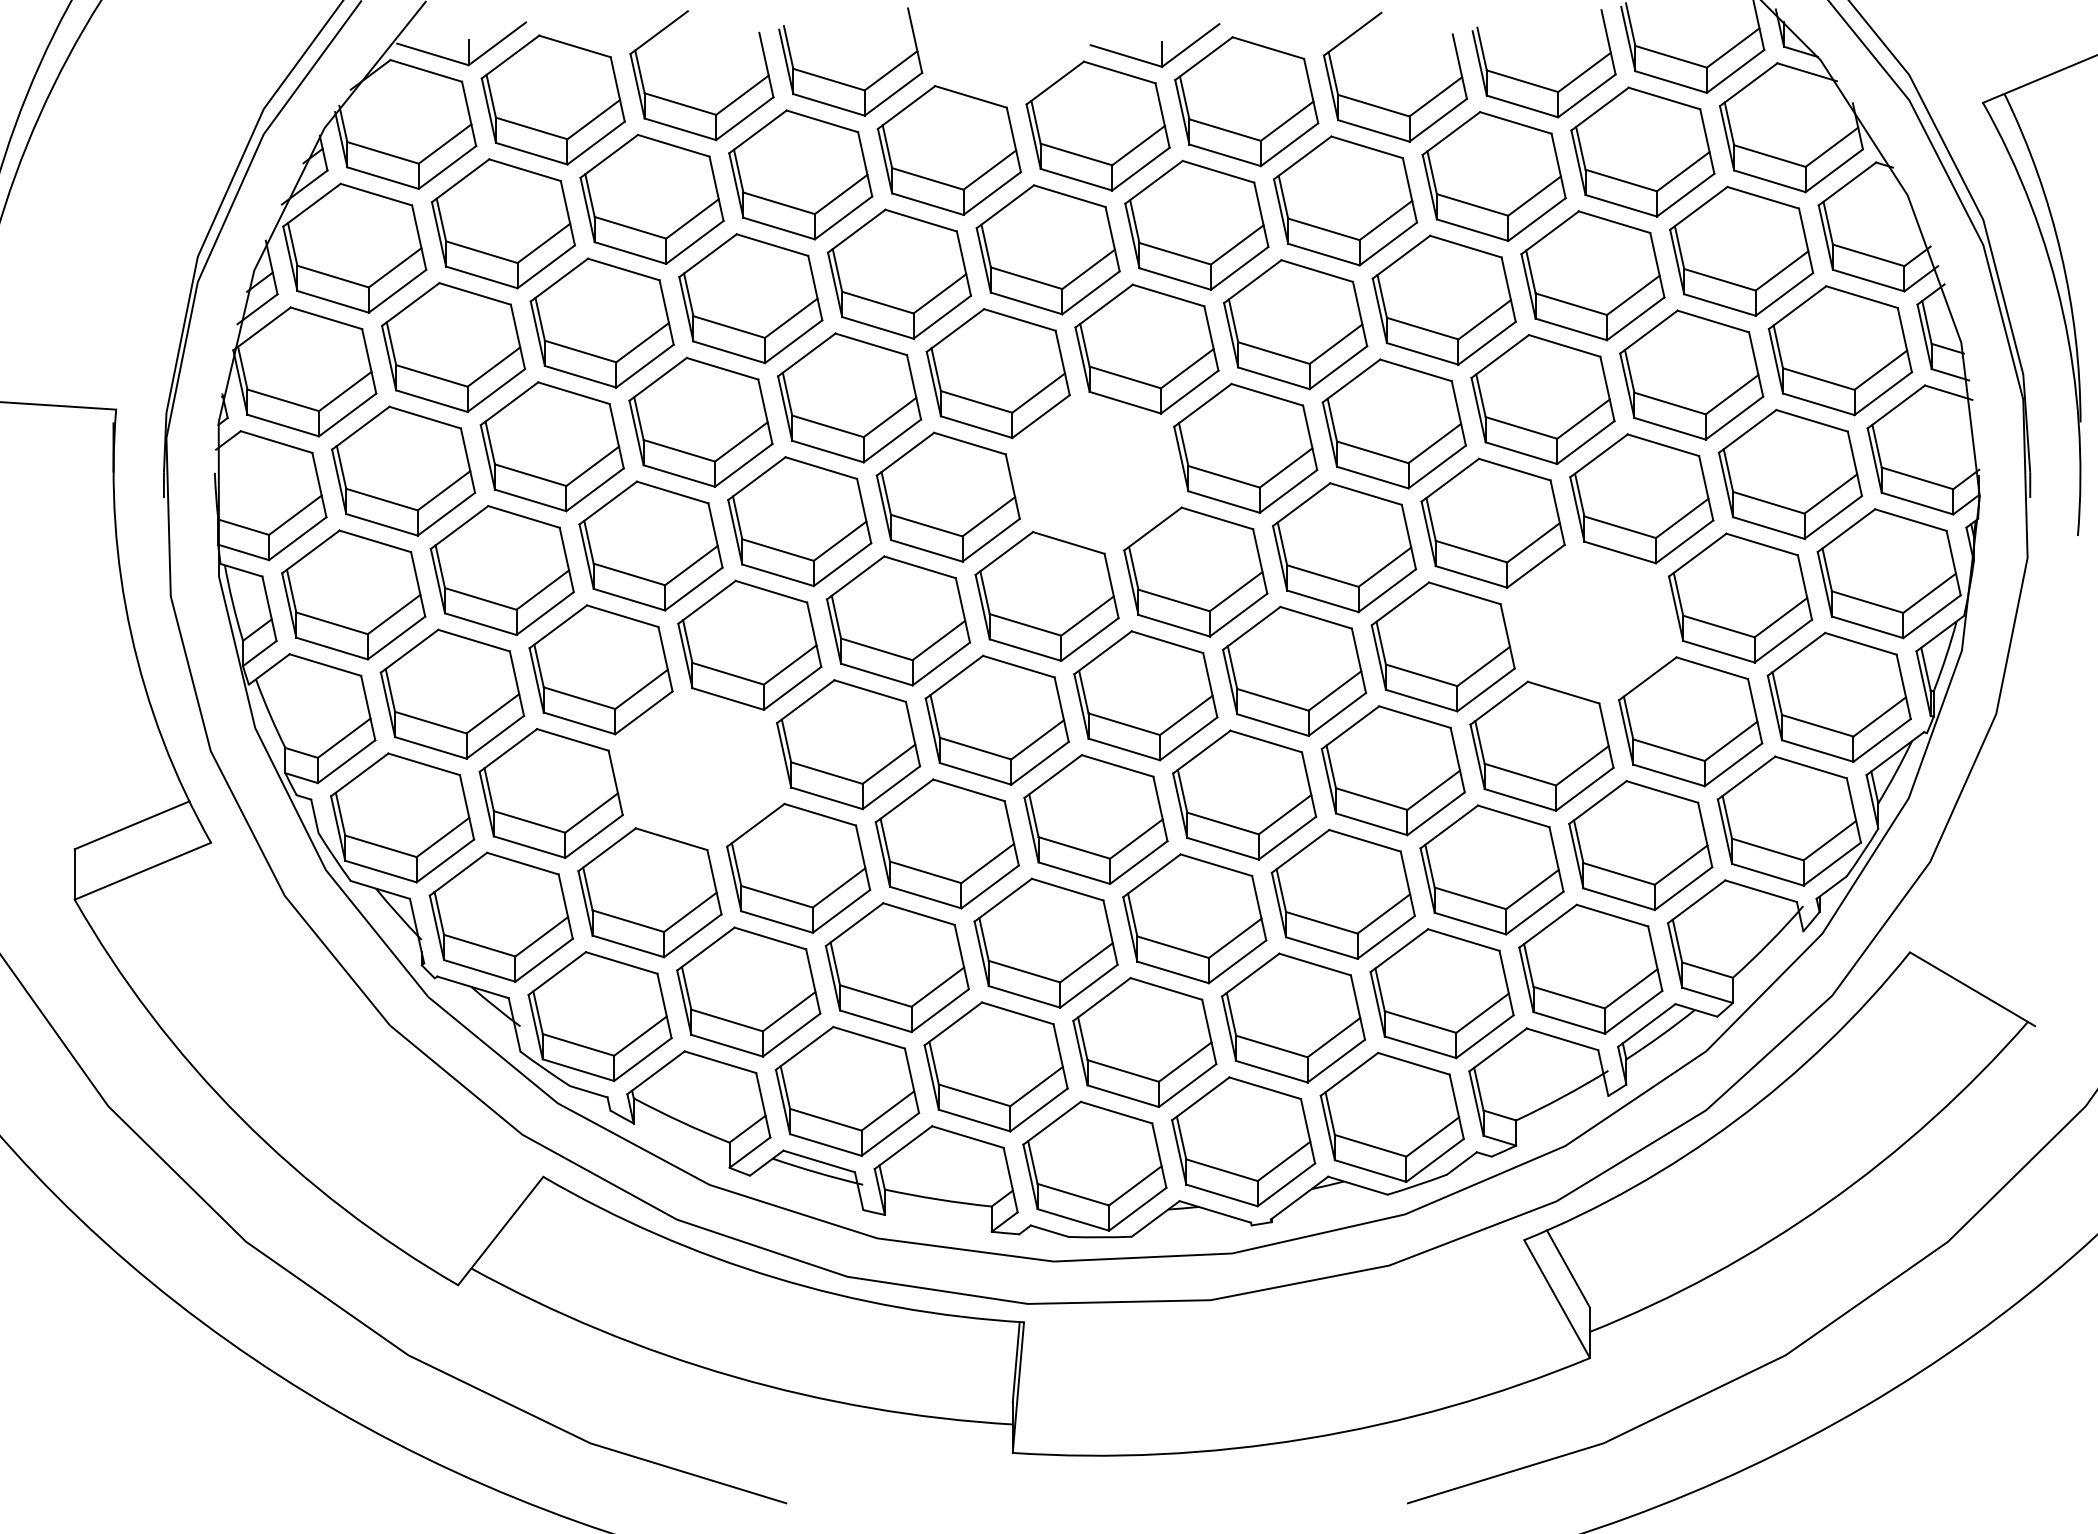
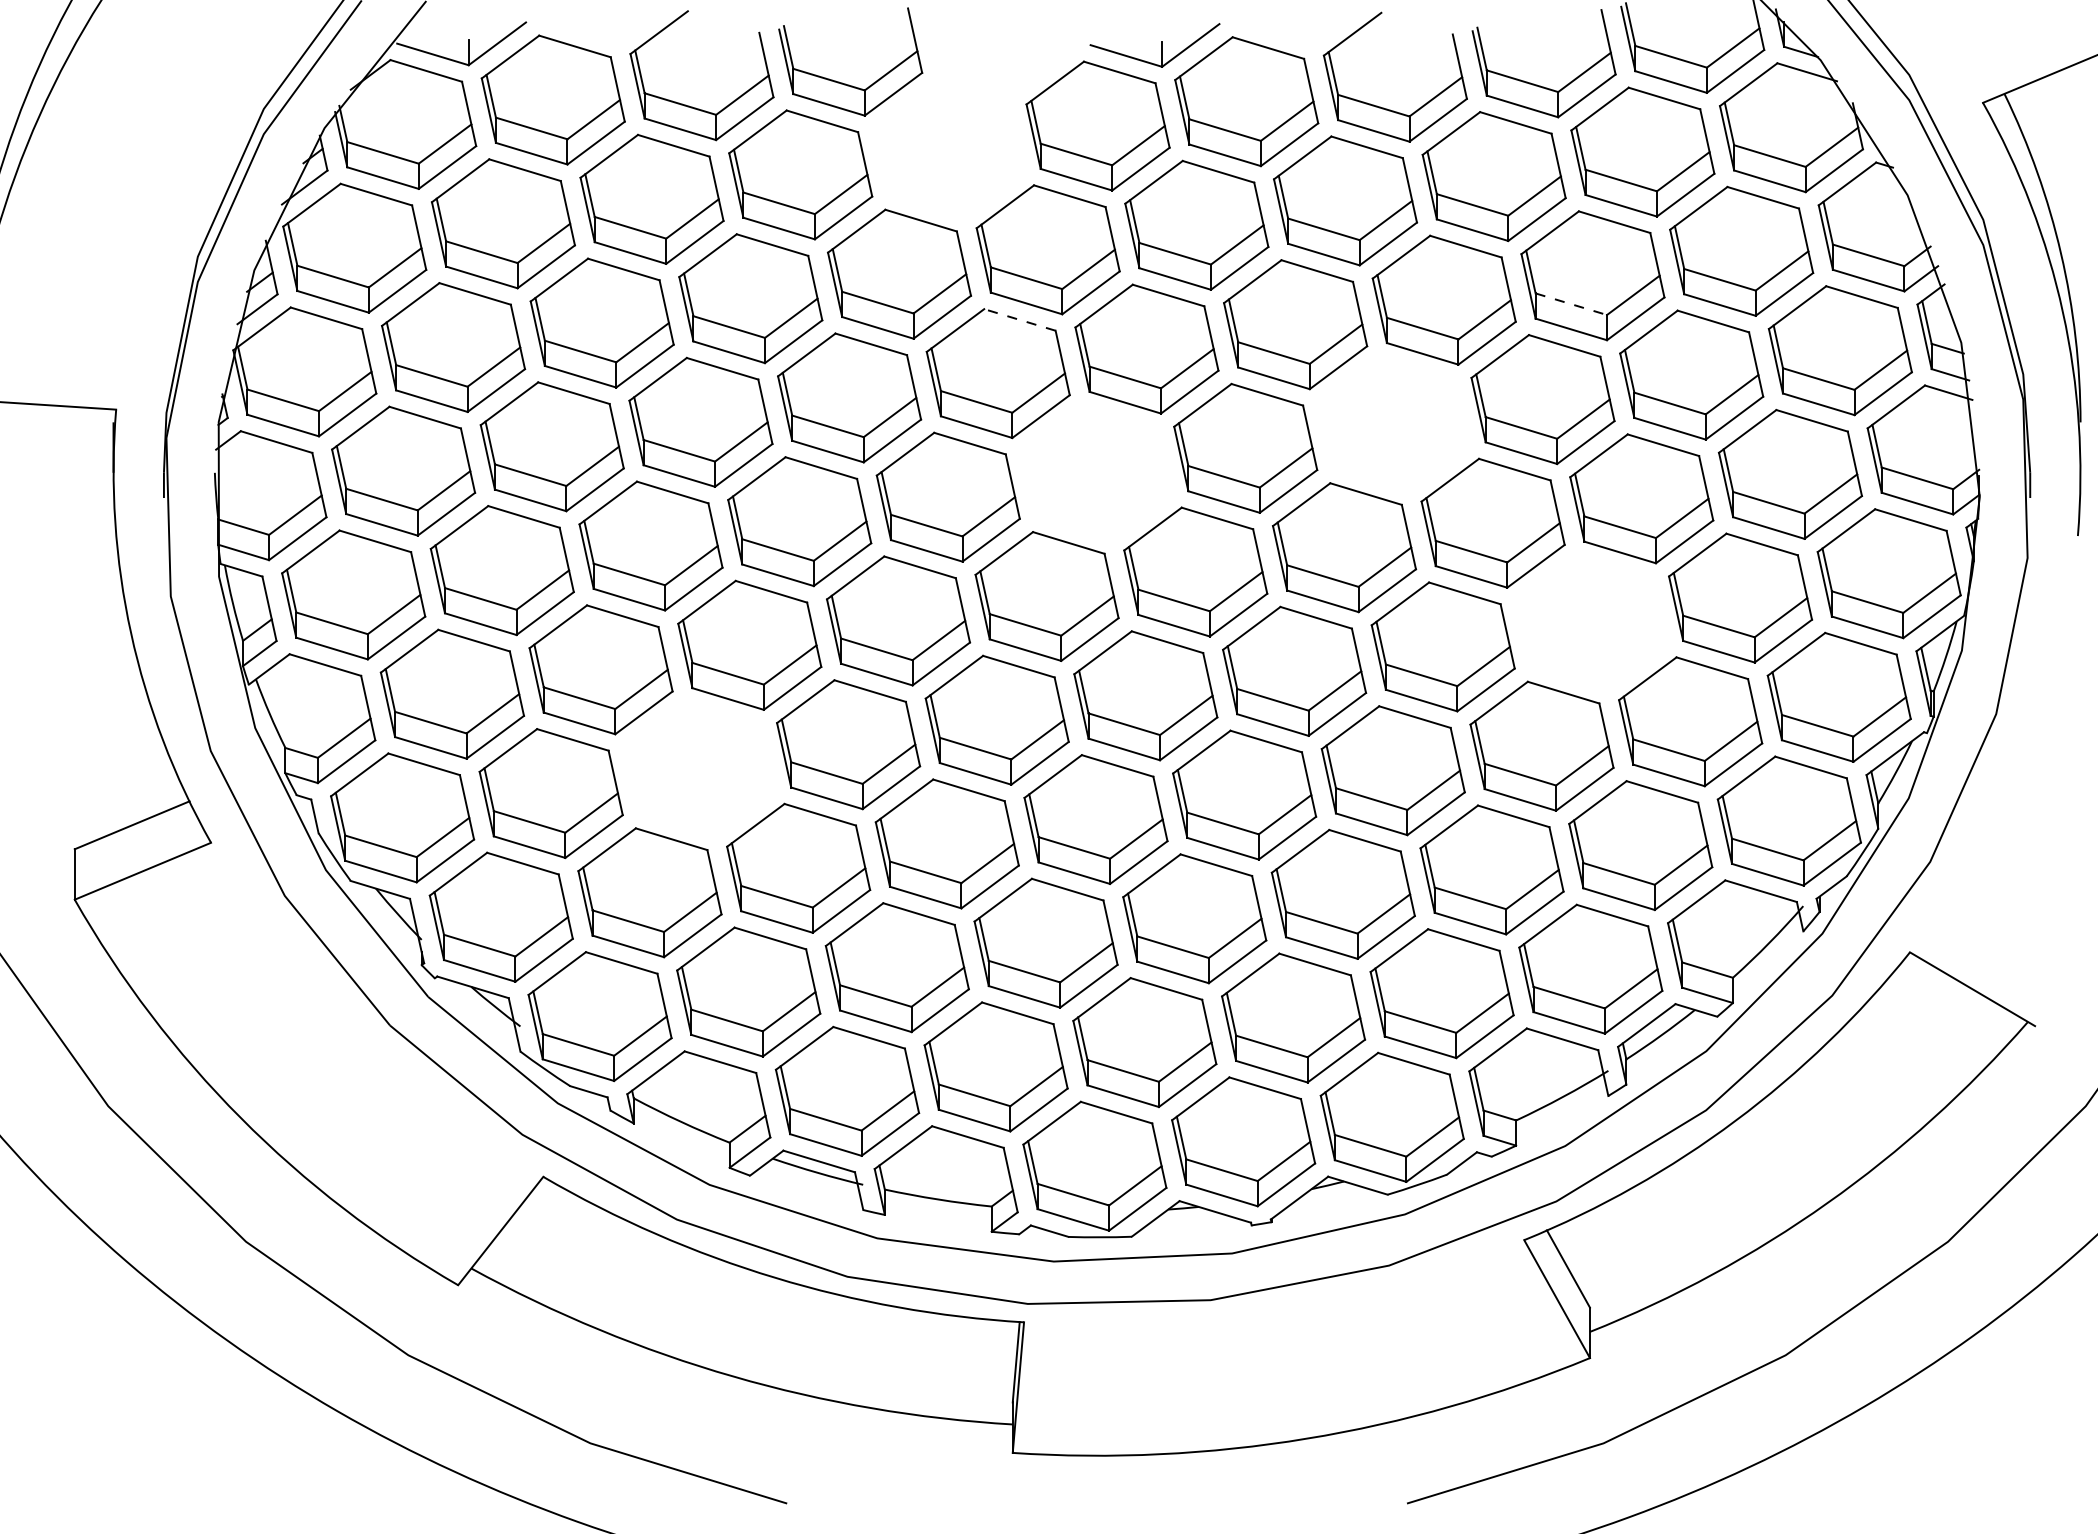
part at (948, 150): present -> none
line at (1571, 304): solid -> dashed
line at (1019, 319): solid -> dashed
part at (1393, 423): present -> none
